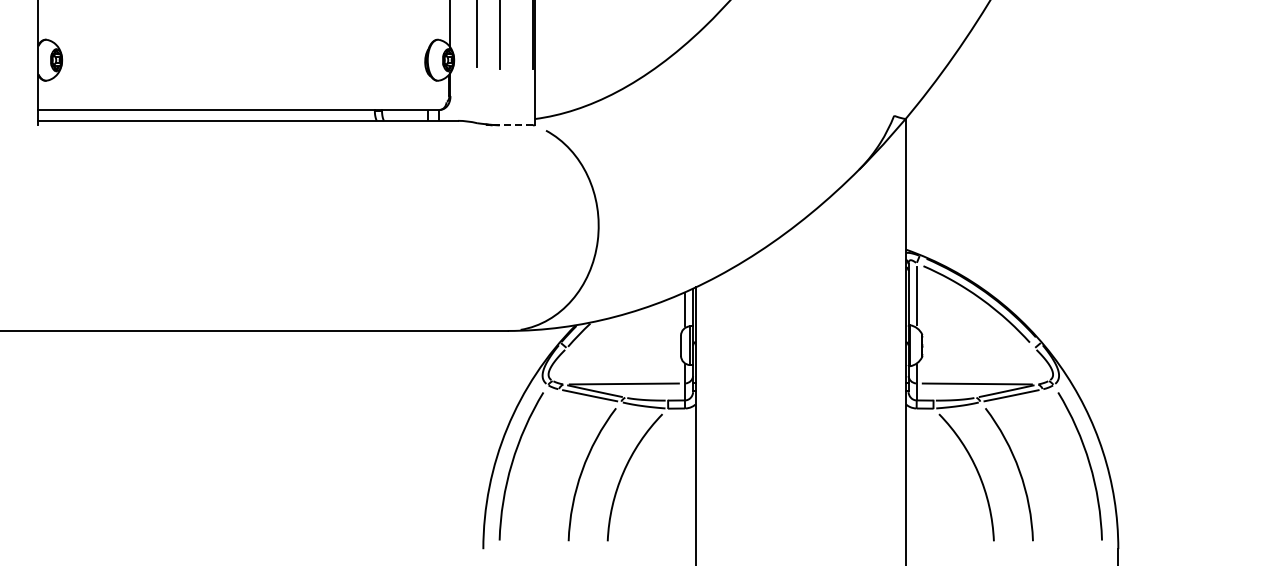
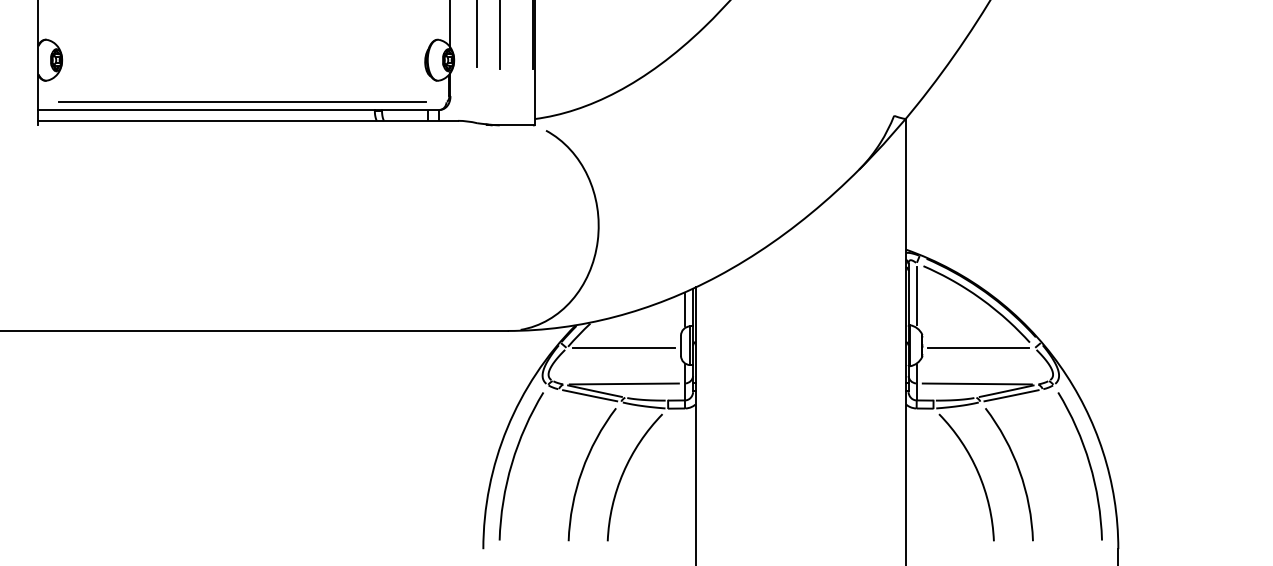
line at (242, 101): none -> present
line at (512, 125): dashed -> solid
line at (623, 348): none -> present
line at (978, 348): none -> present
